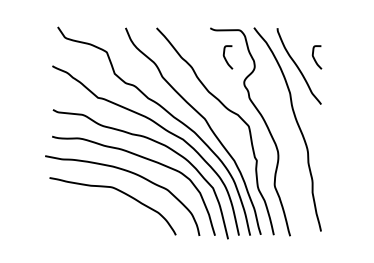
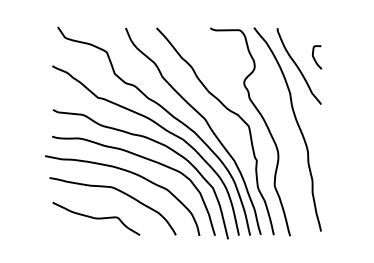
curve at (226, 58): present -> none
curve at (96, 218): none -> present
